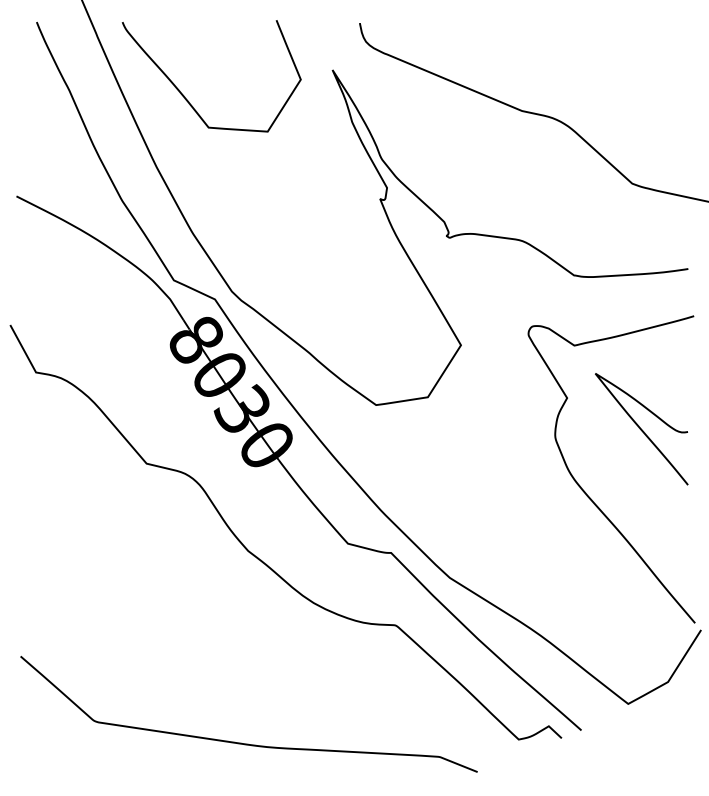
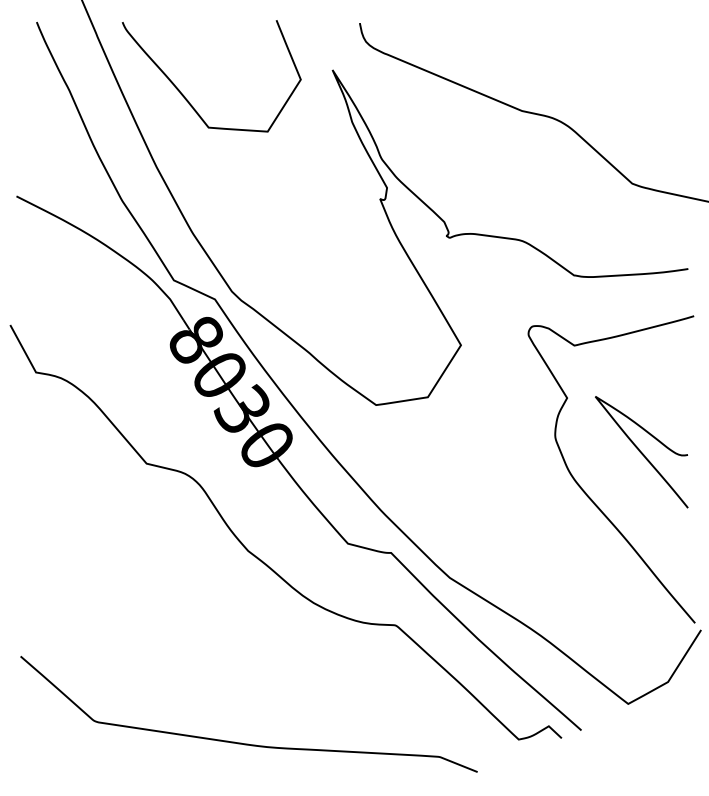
curve at (641, 429) position: (641, 429) -> (641, 452)
